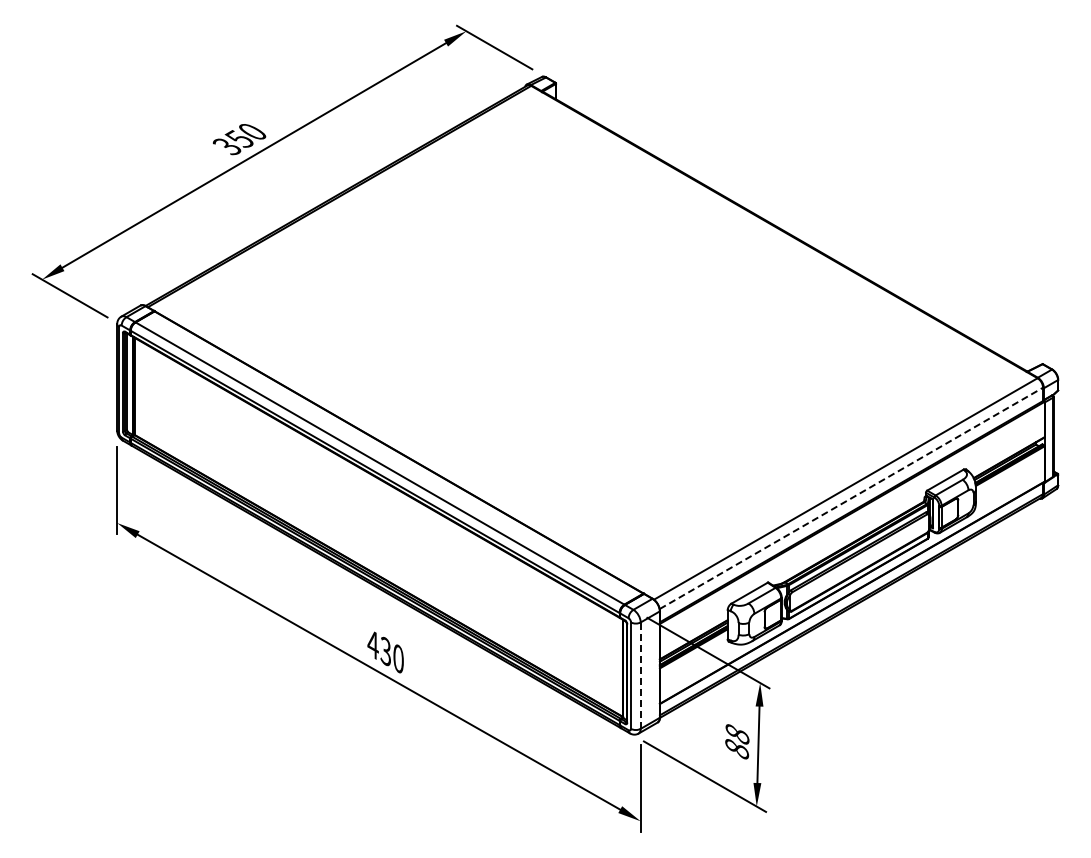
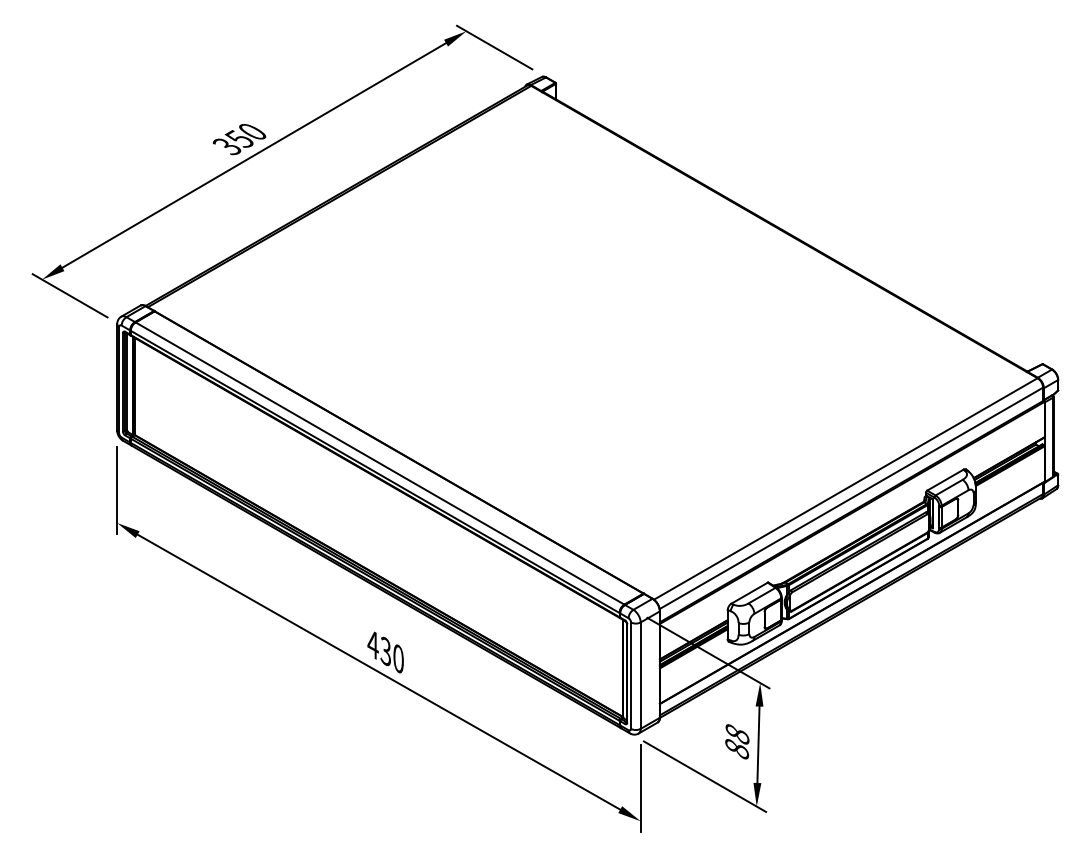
line at (851, 498): dashed -> solid
line at (640, 675): dashed -> solid
